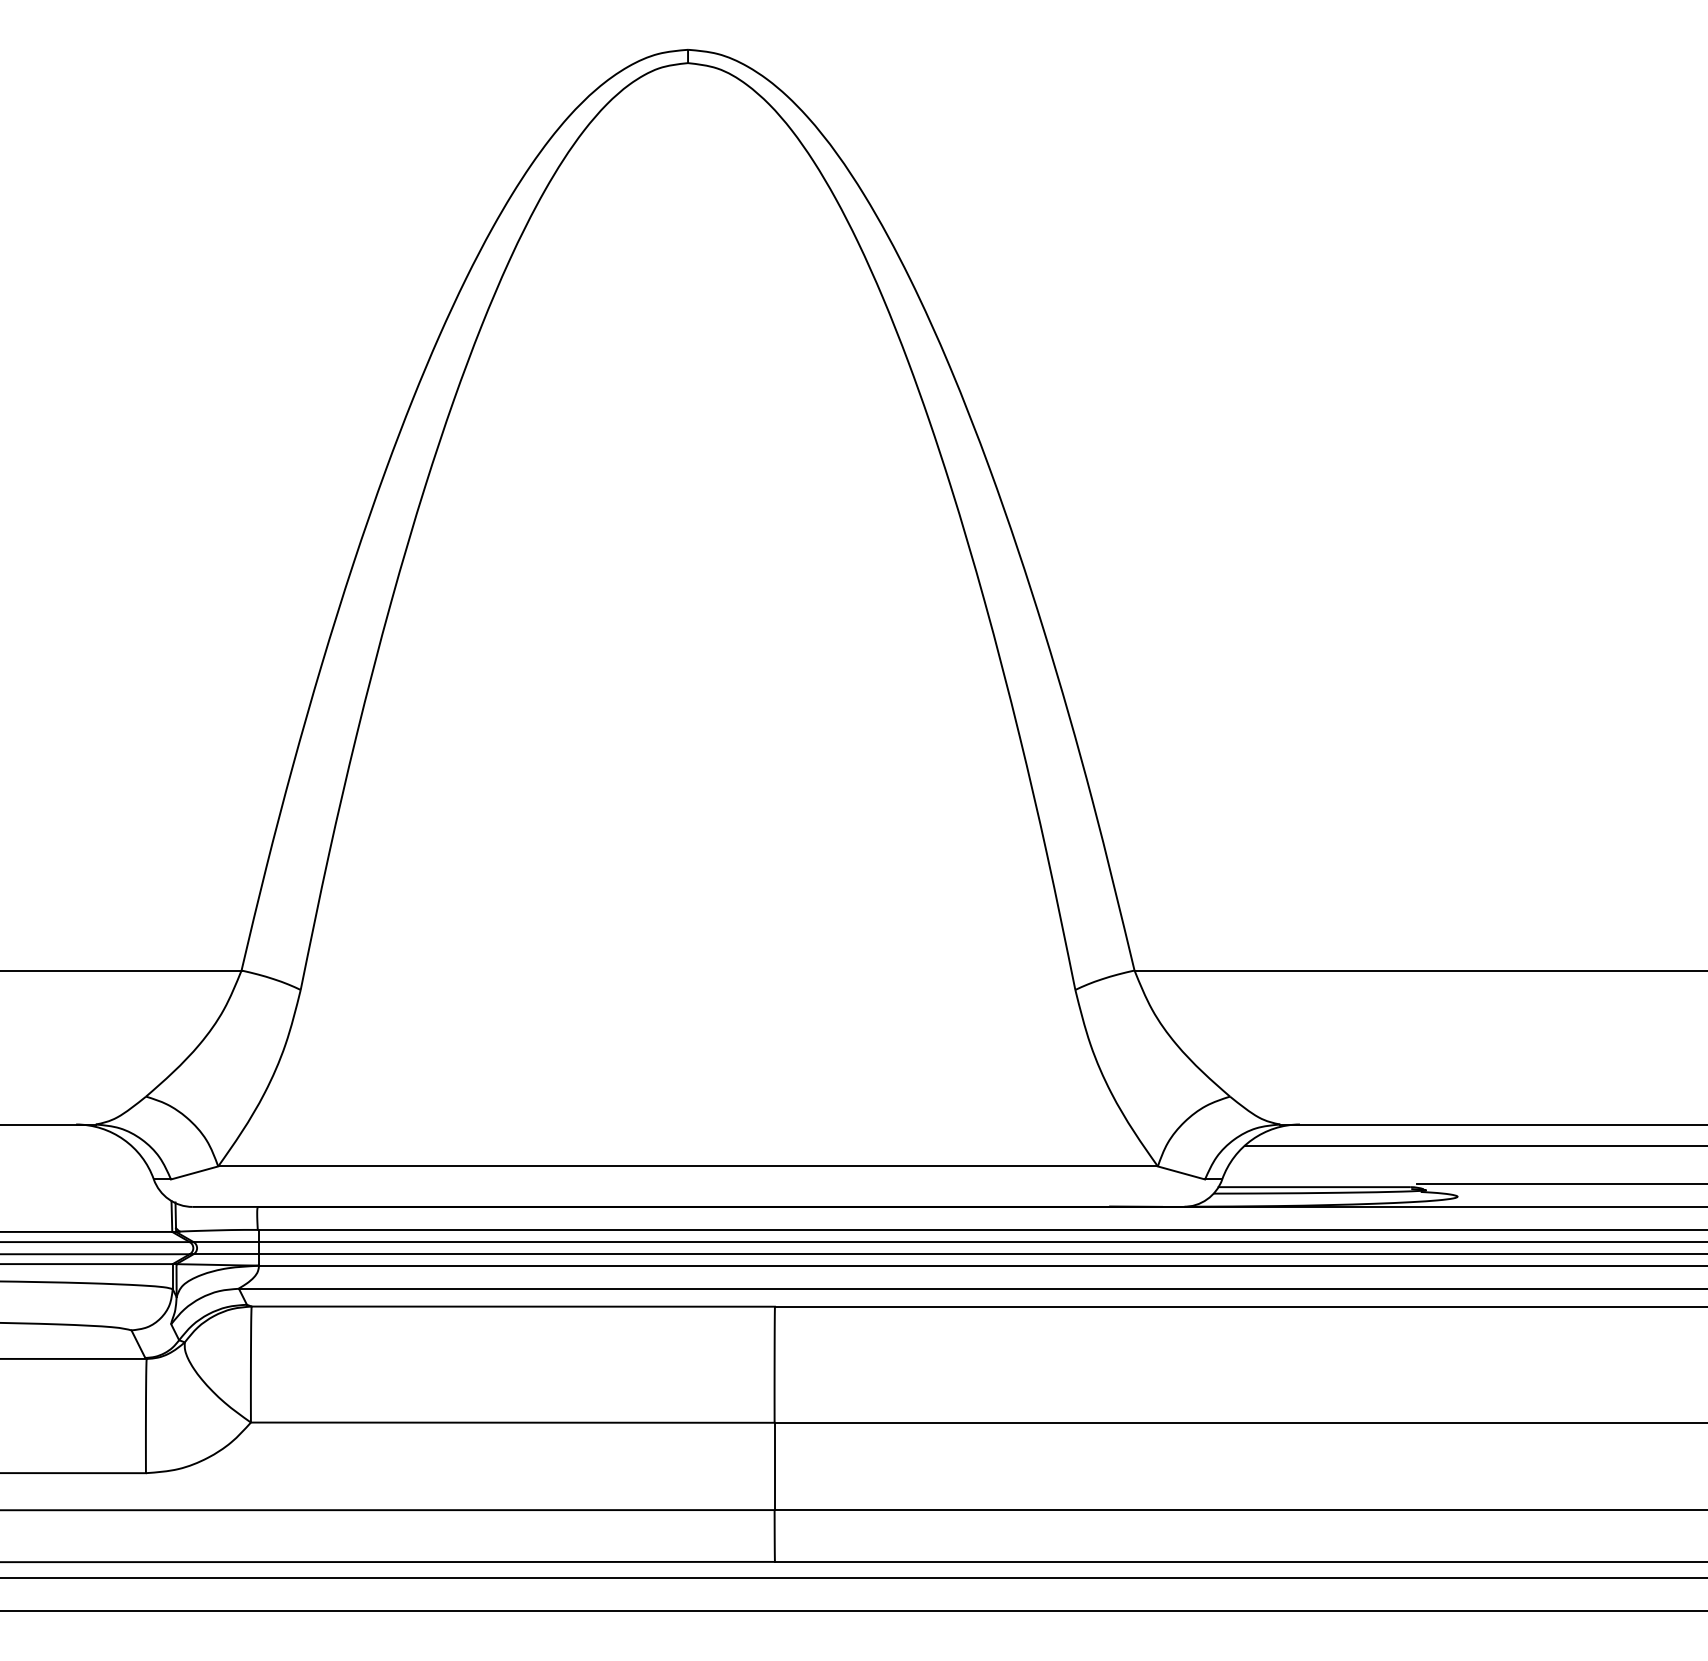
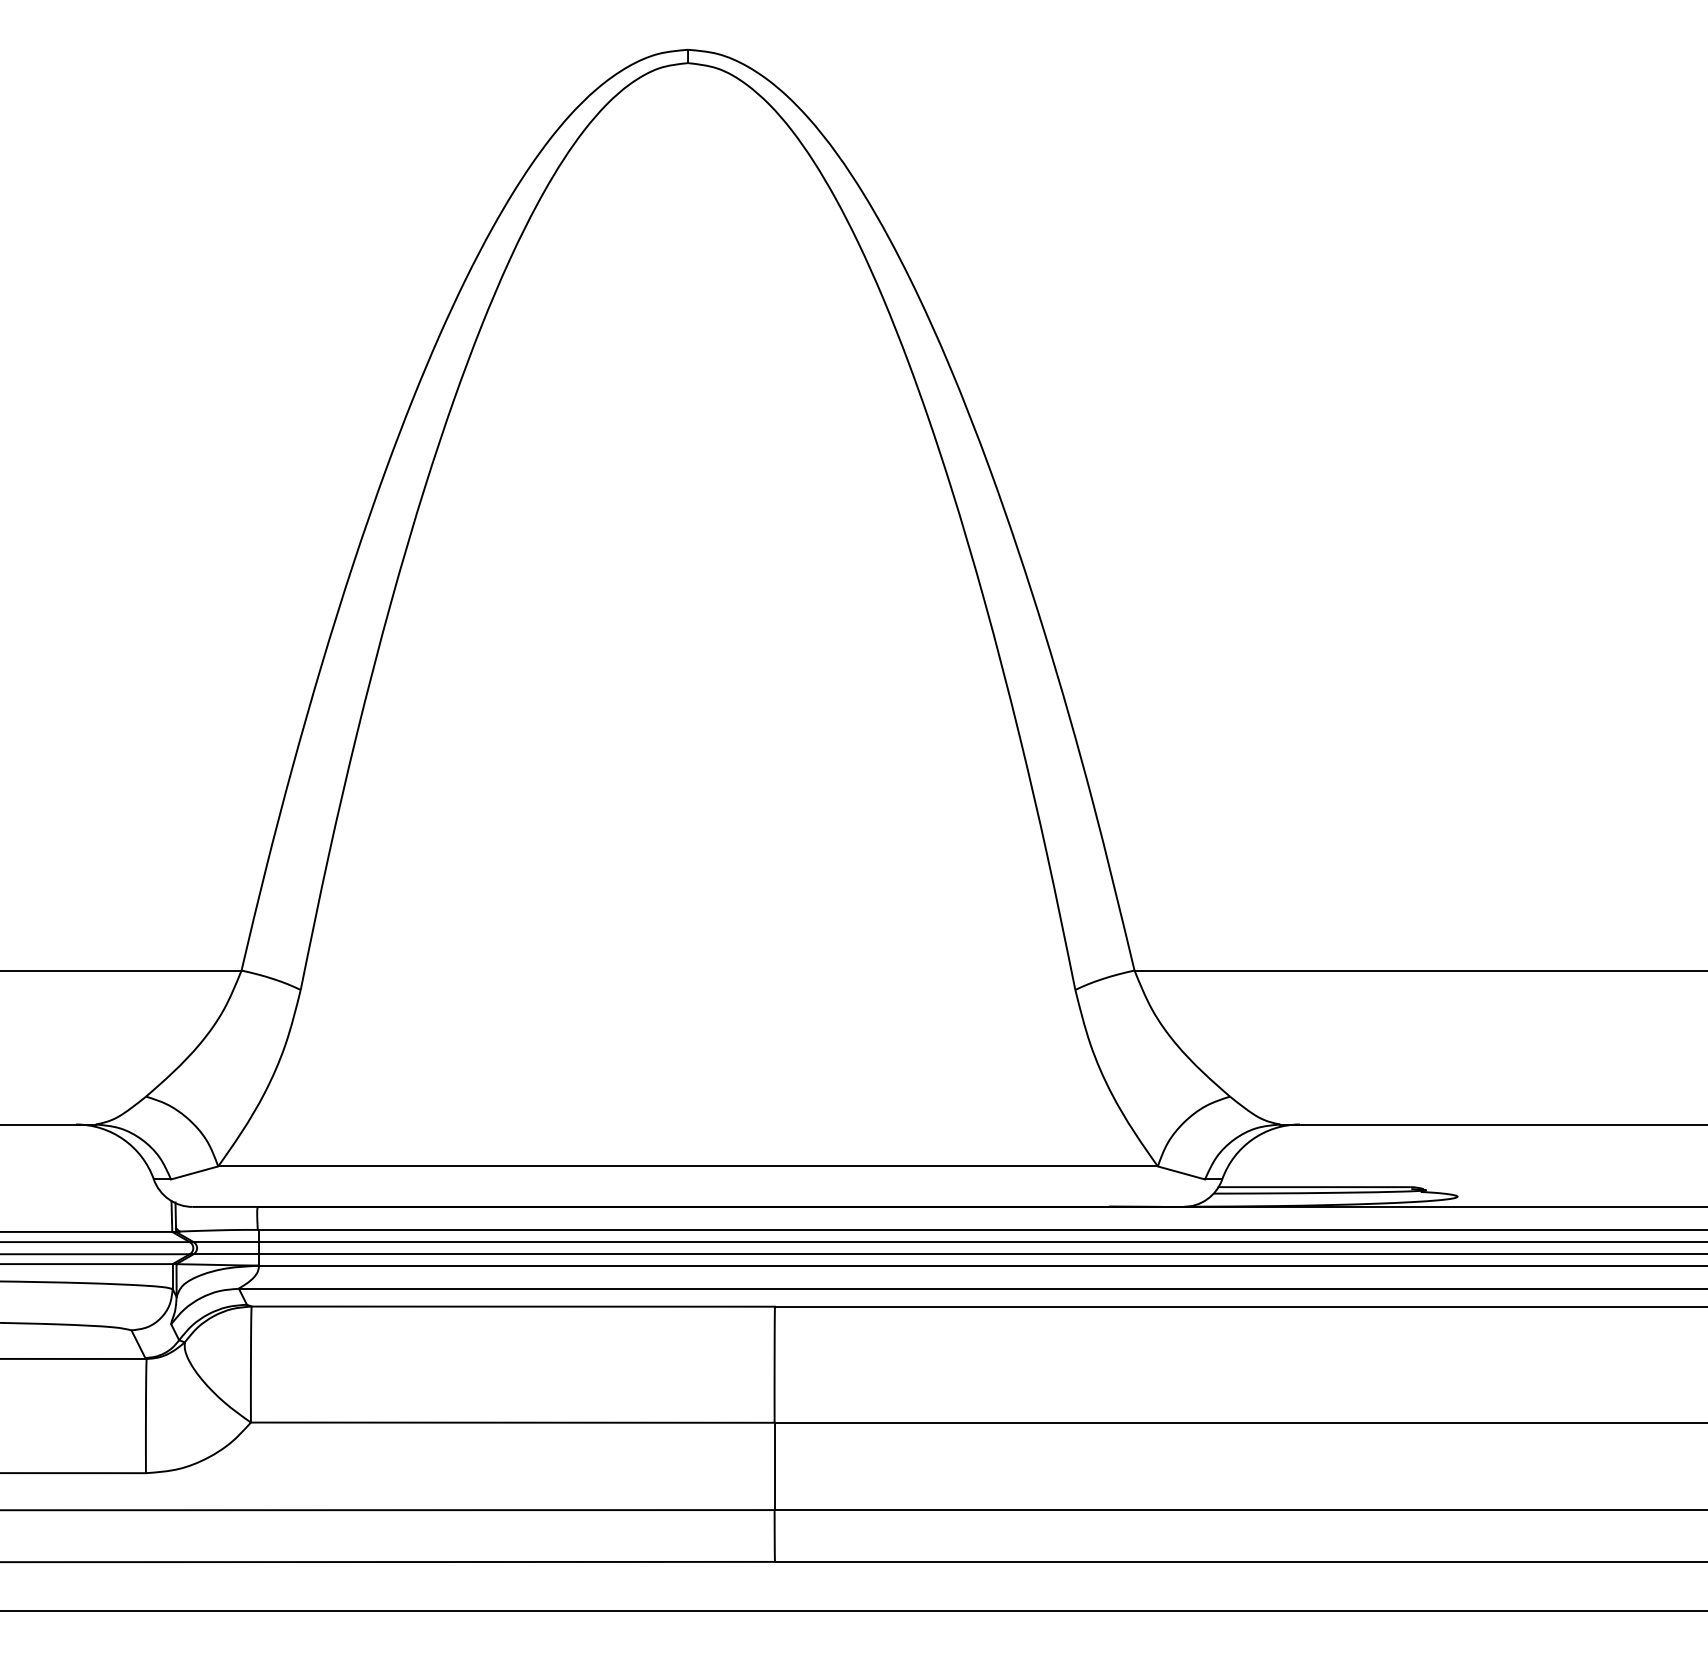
line at (1474, 1145): present -> none
line at (1560, 1184): present -> none
line at (853, 1577): present -> none
